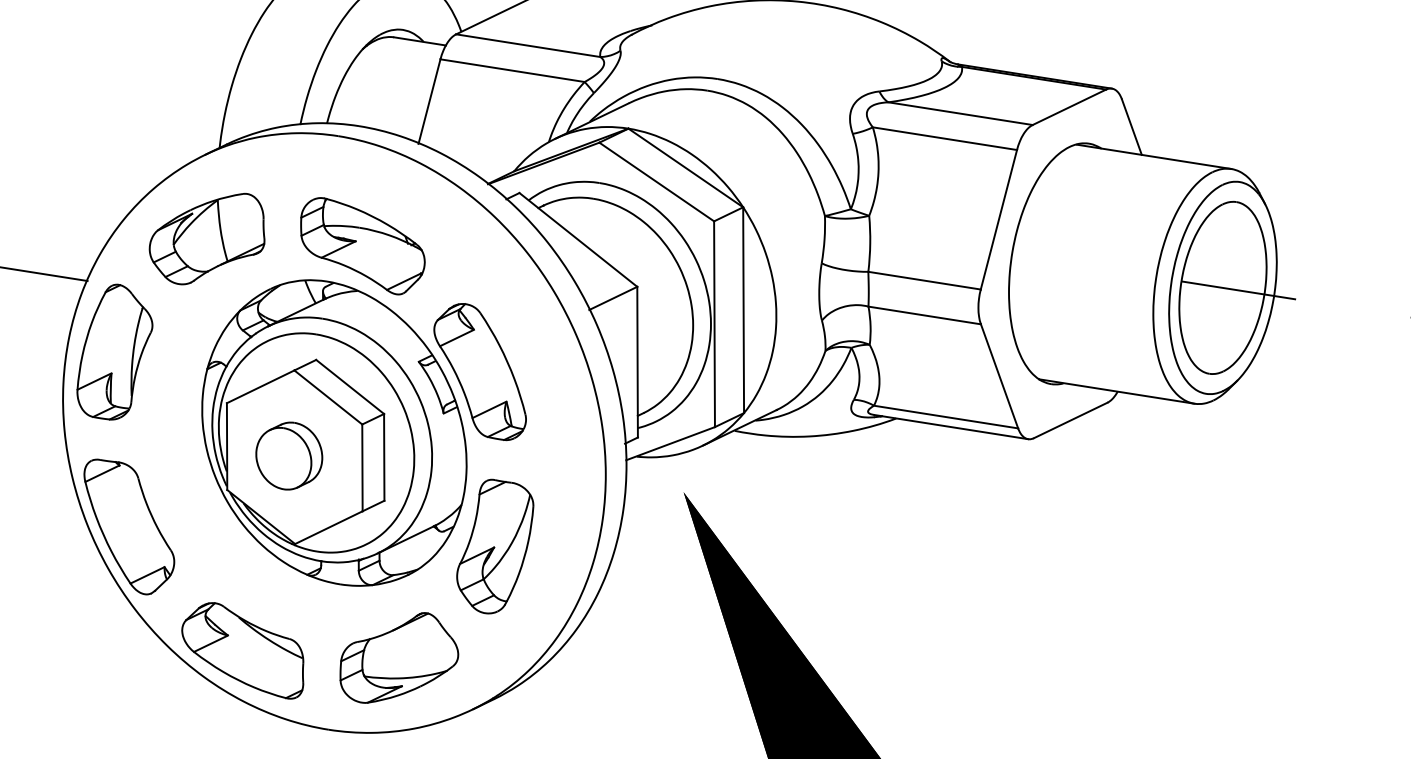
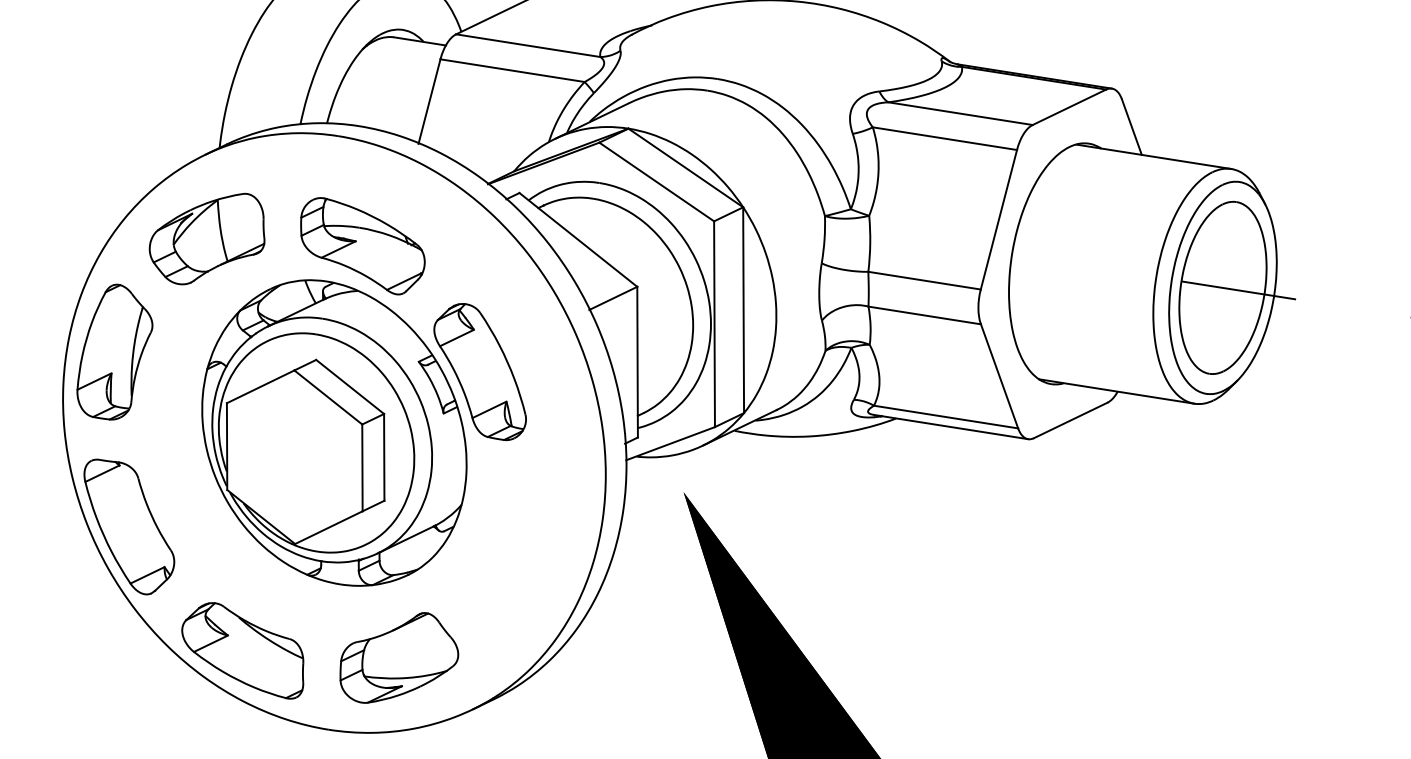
line at (44, 274): present -> none
part at (289, 455): present -> none
part at (495, 546): present -> none
